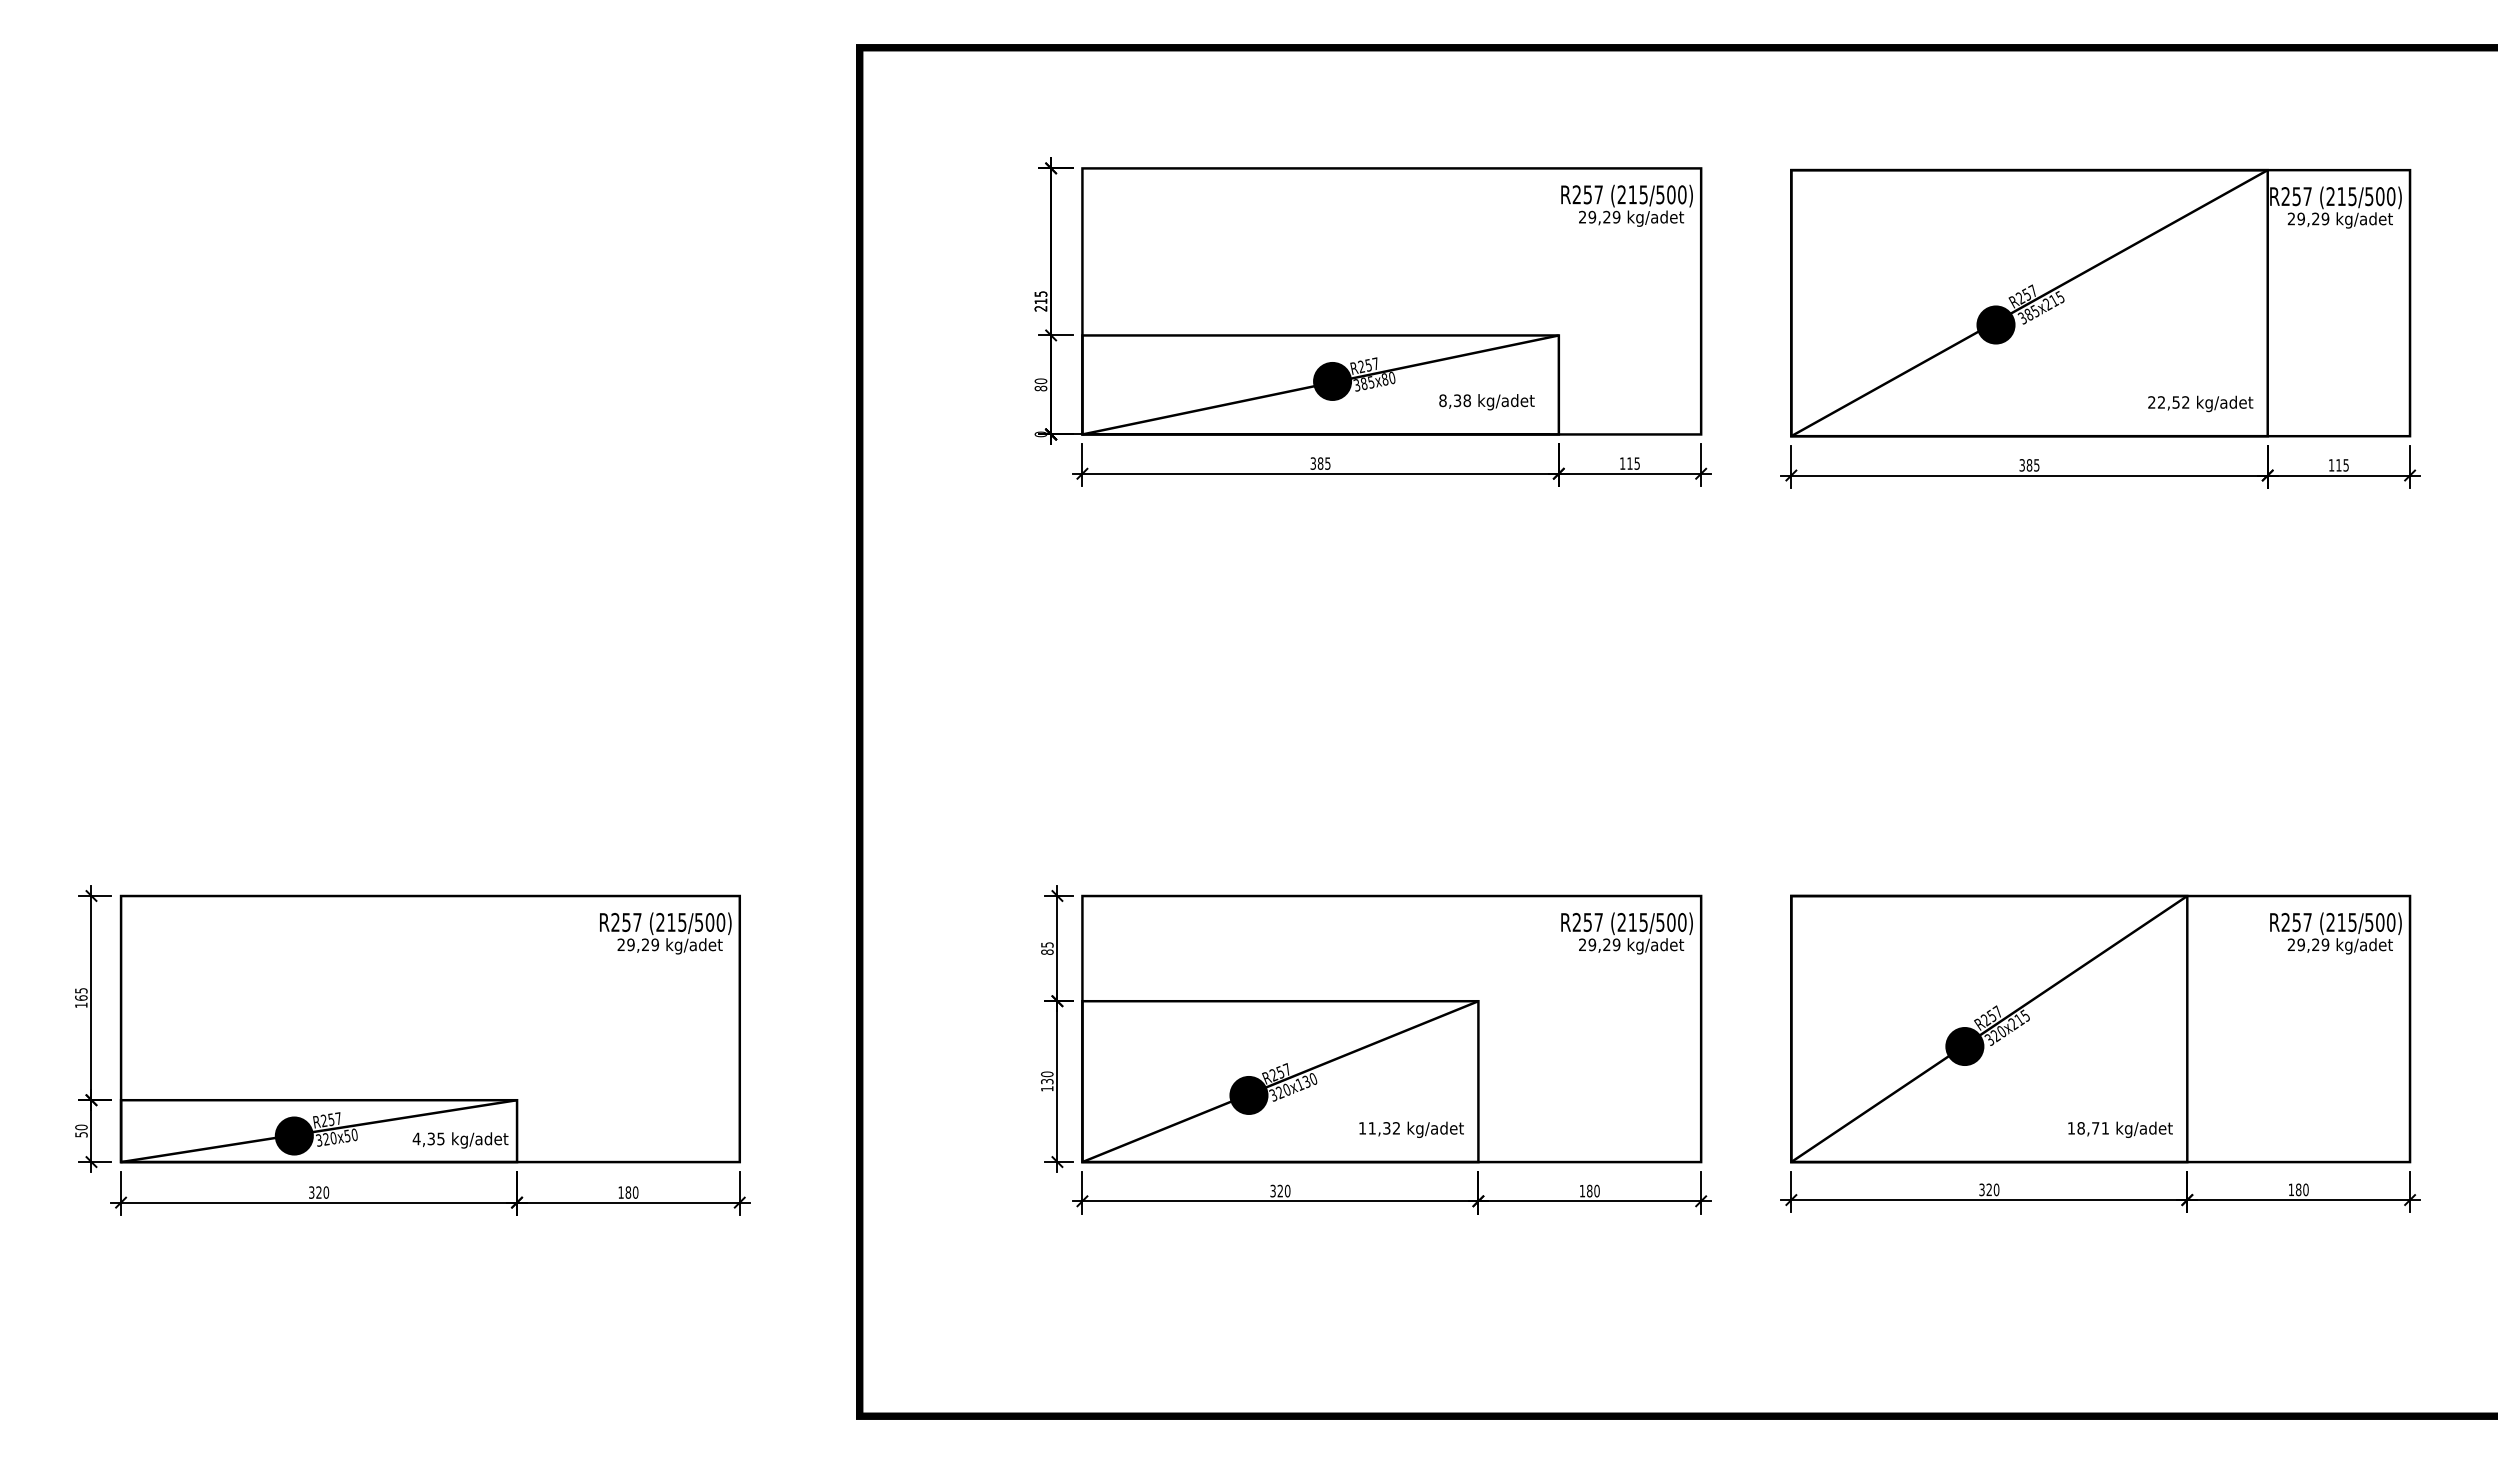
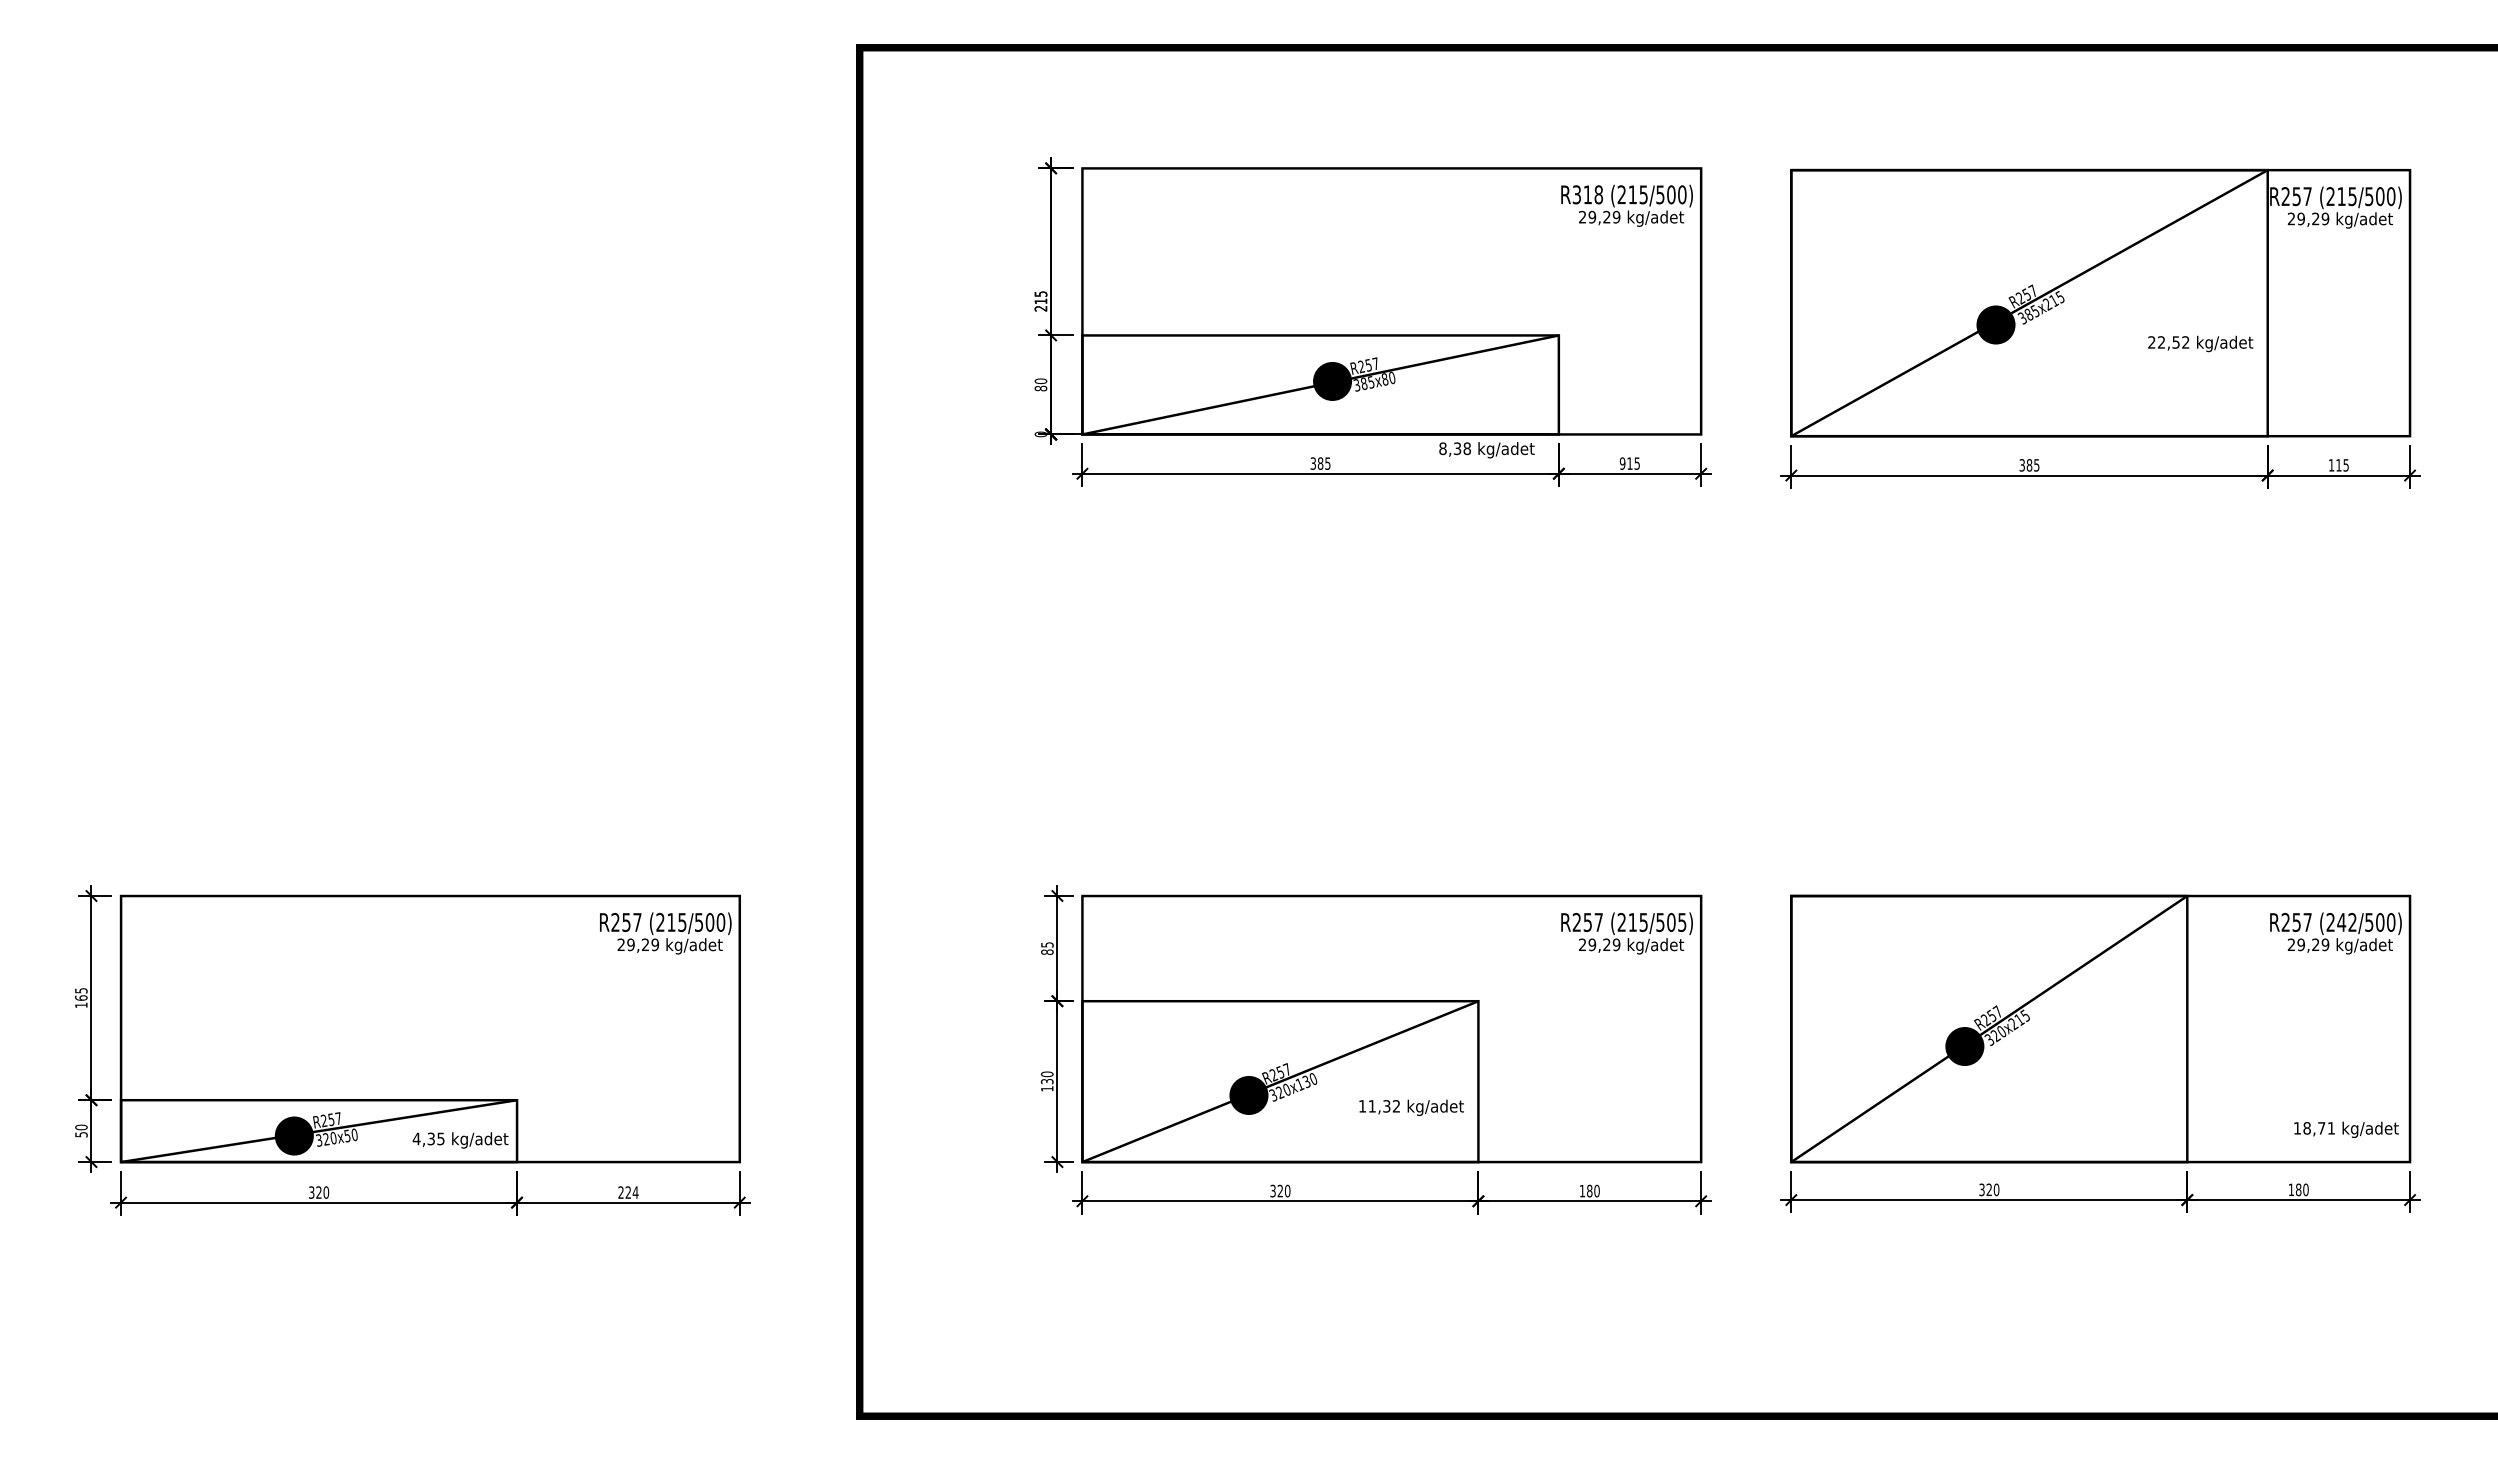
text at (1587, 194): R257 -> R318
text at (1486, 402) position: (1486, 402) -> (1486, 450)
text at (2200, 403) position: (2200, 403) -> (2200, 343)
text at (1622, 463): 115 -> 915
text at (1682, 922): (215/500) -> (215/505)
text at (2346, 922): (215/500) -> (242/500)
text at (1411, 1129) position: (1411, 1129) -> (1411, 1107)
text at (2120, 1129) position: (2120, 1129) -> (2346, 1129)
text at (628, 1192): 180 -> 224
